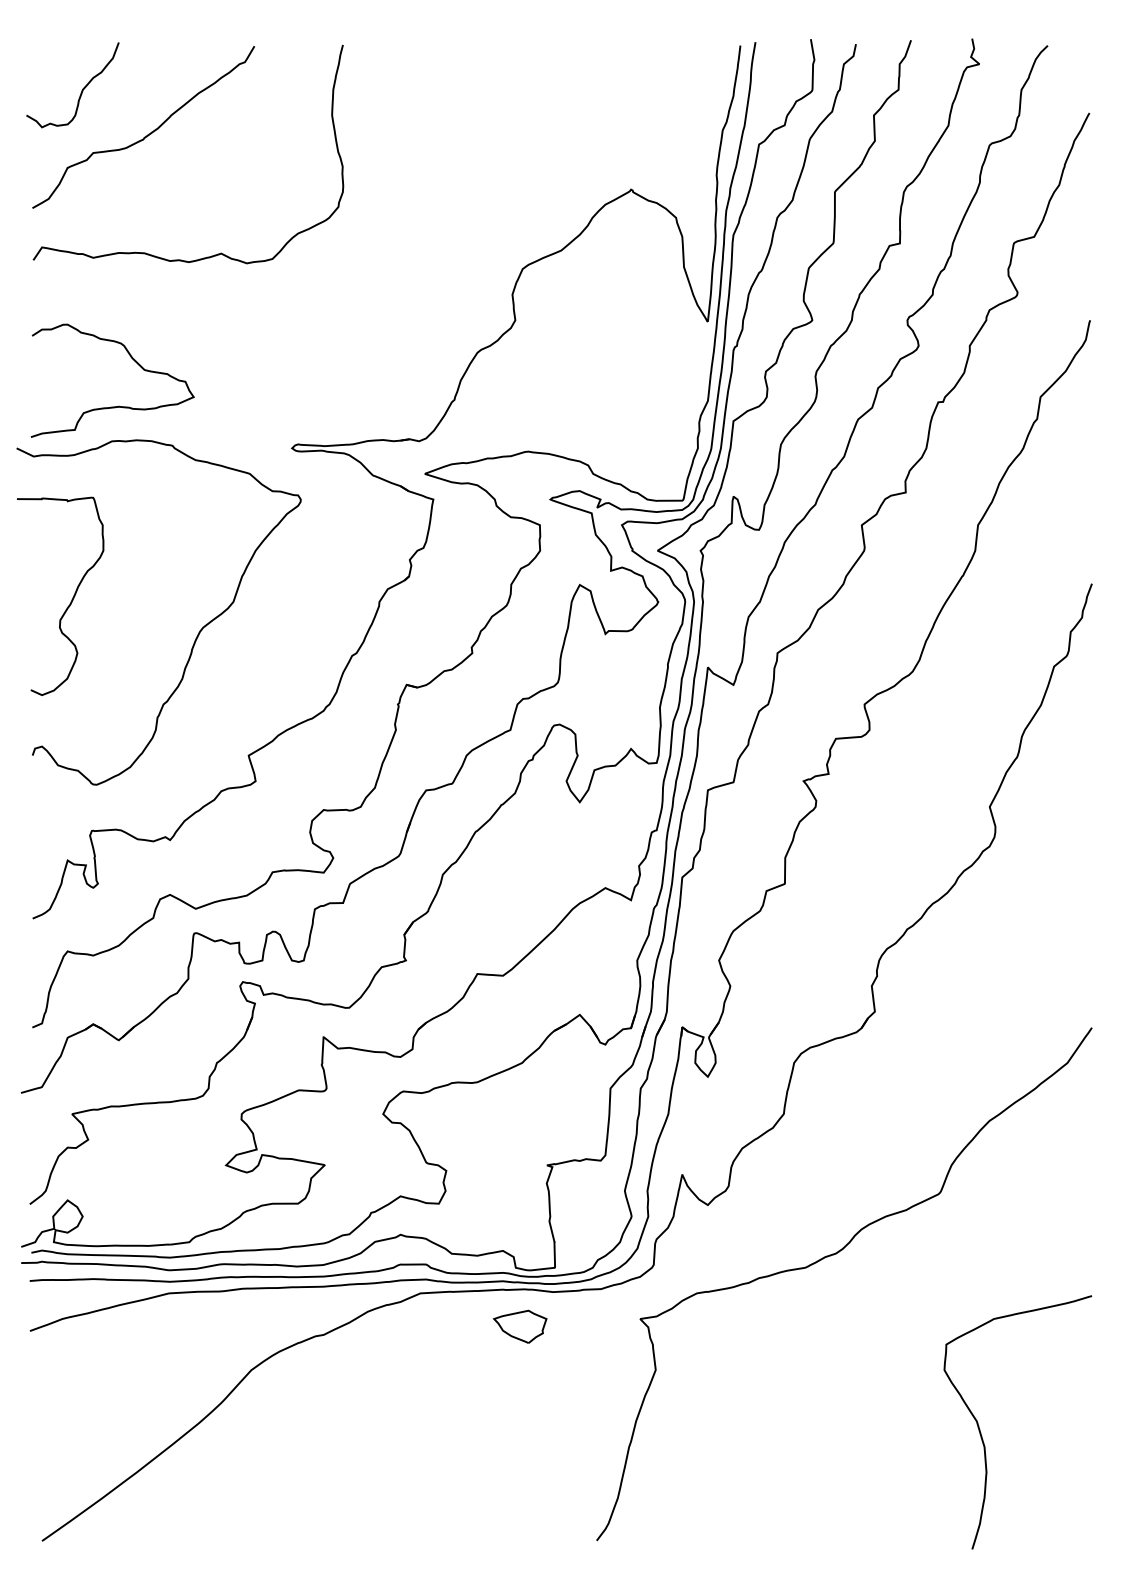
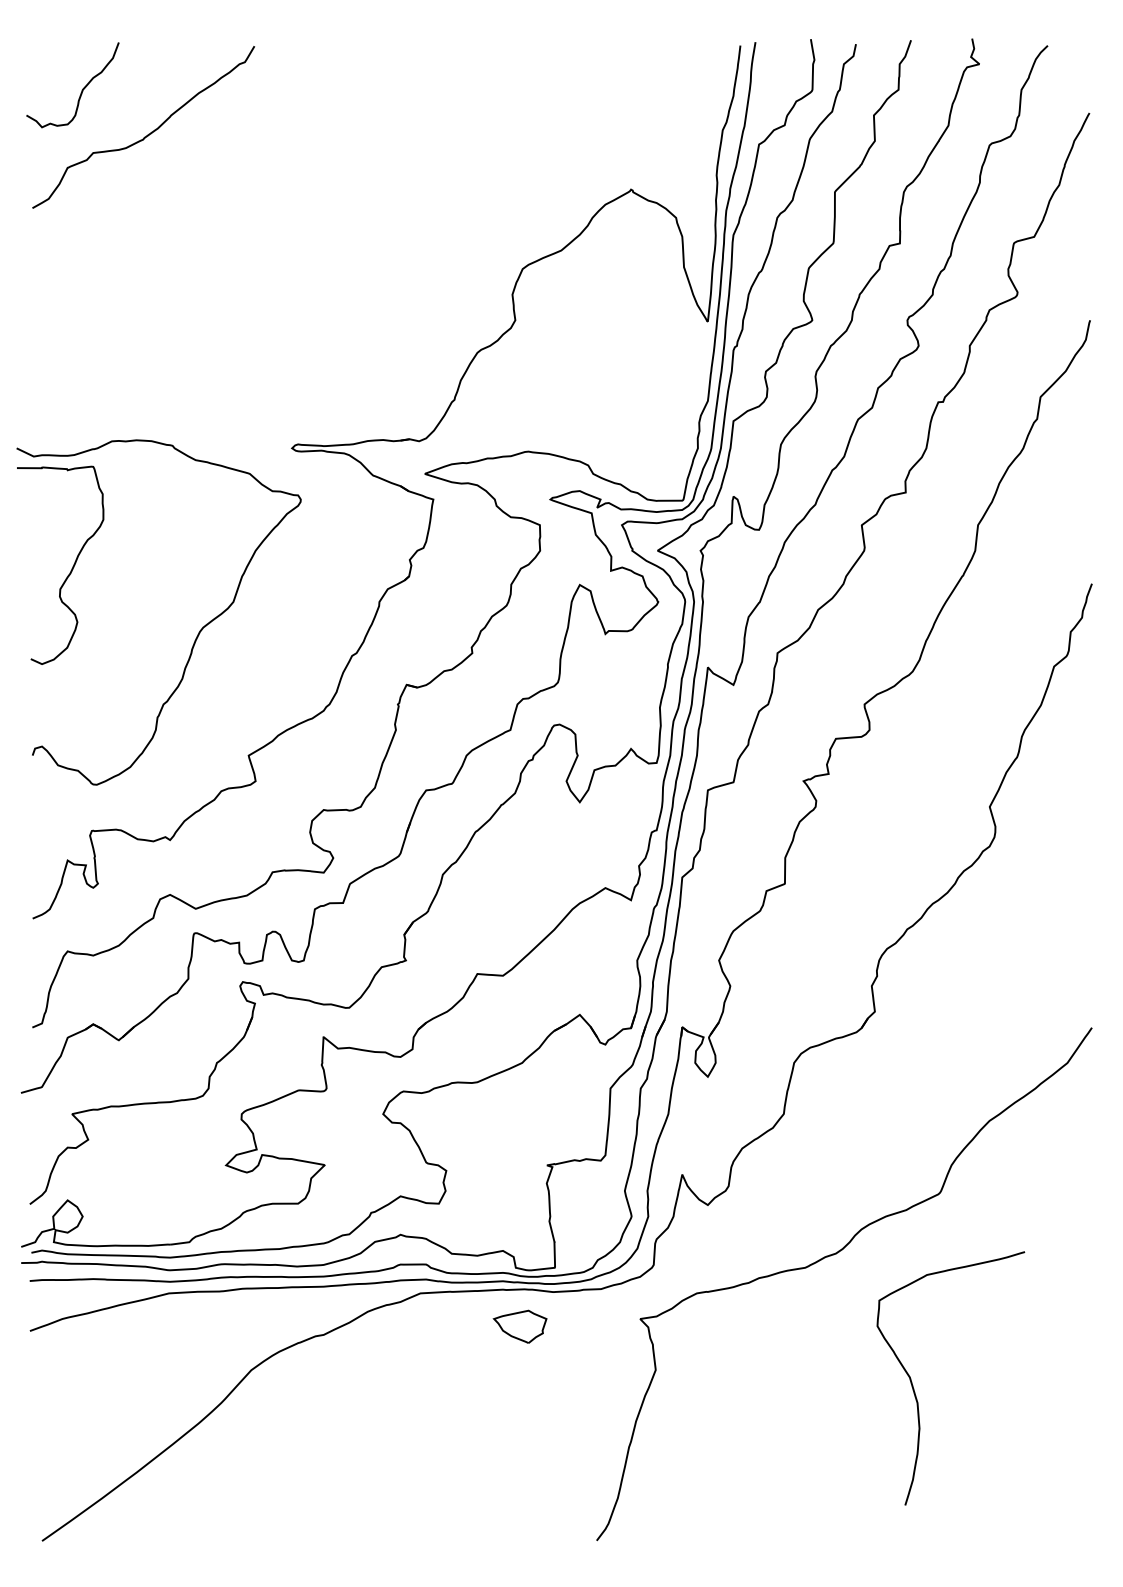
curve at (217, 253): present -> none
curve at (118, 405): present -> none
curve at (70, 601) position: (70, 601) -> (70, 570)
curve at (981, 1432) position: (981, 1432) -> (914, 1388)
